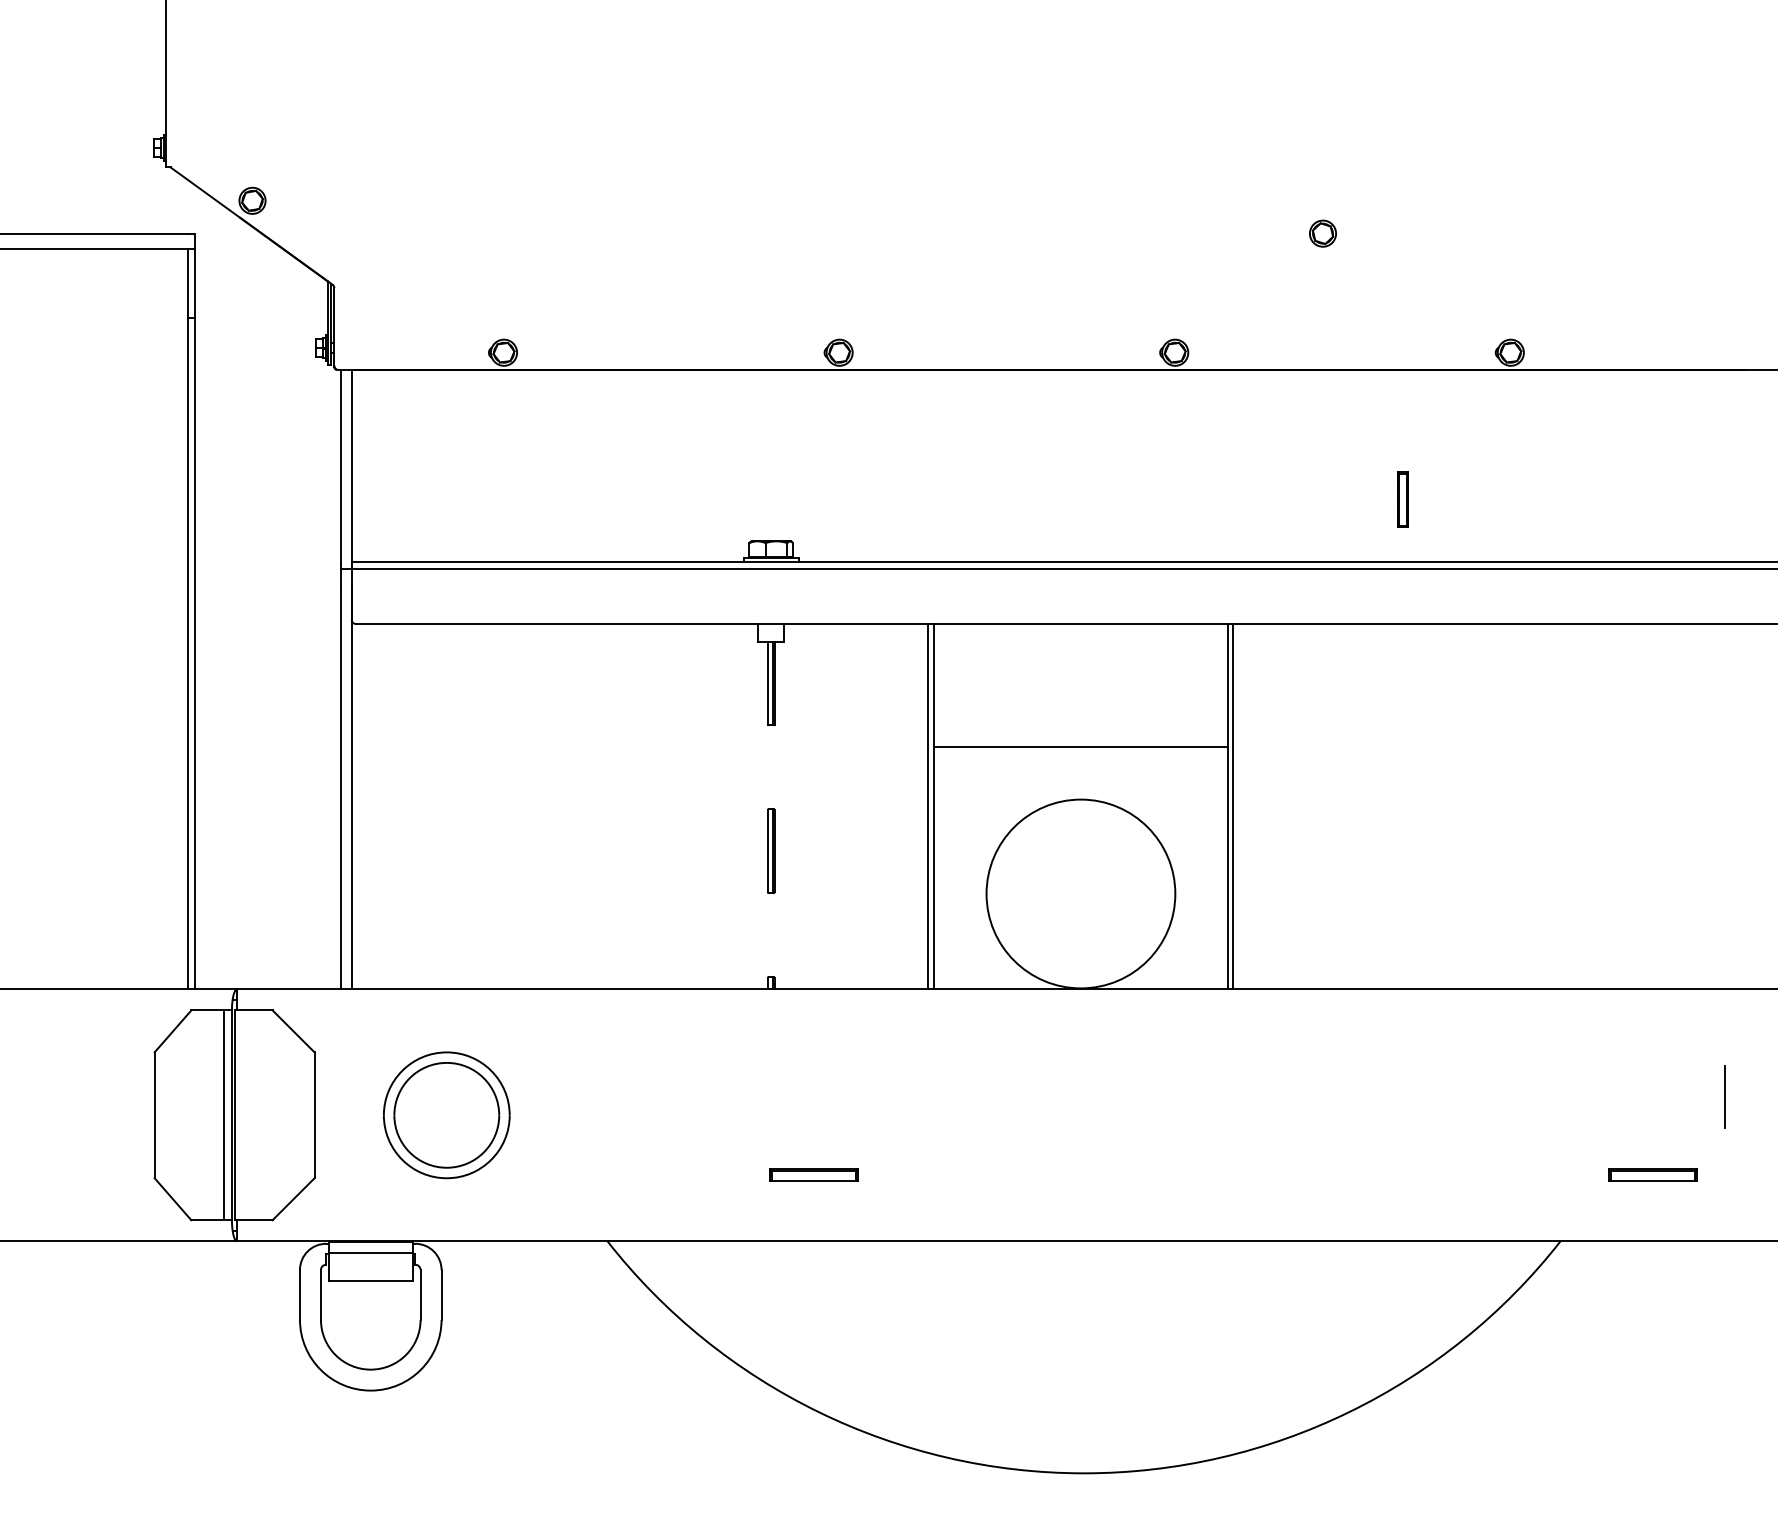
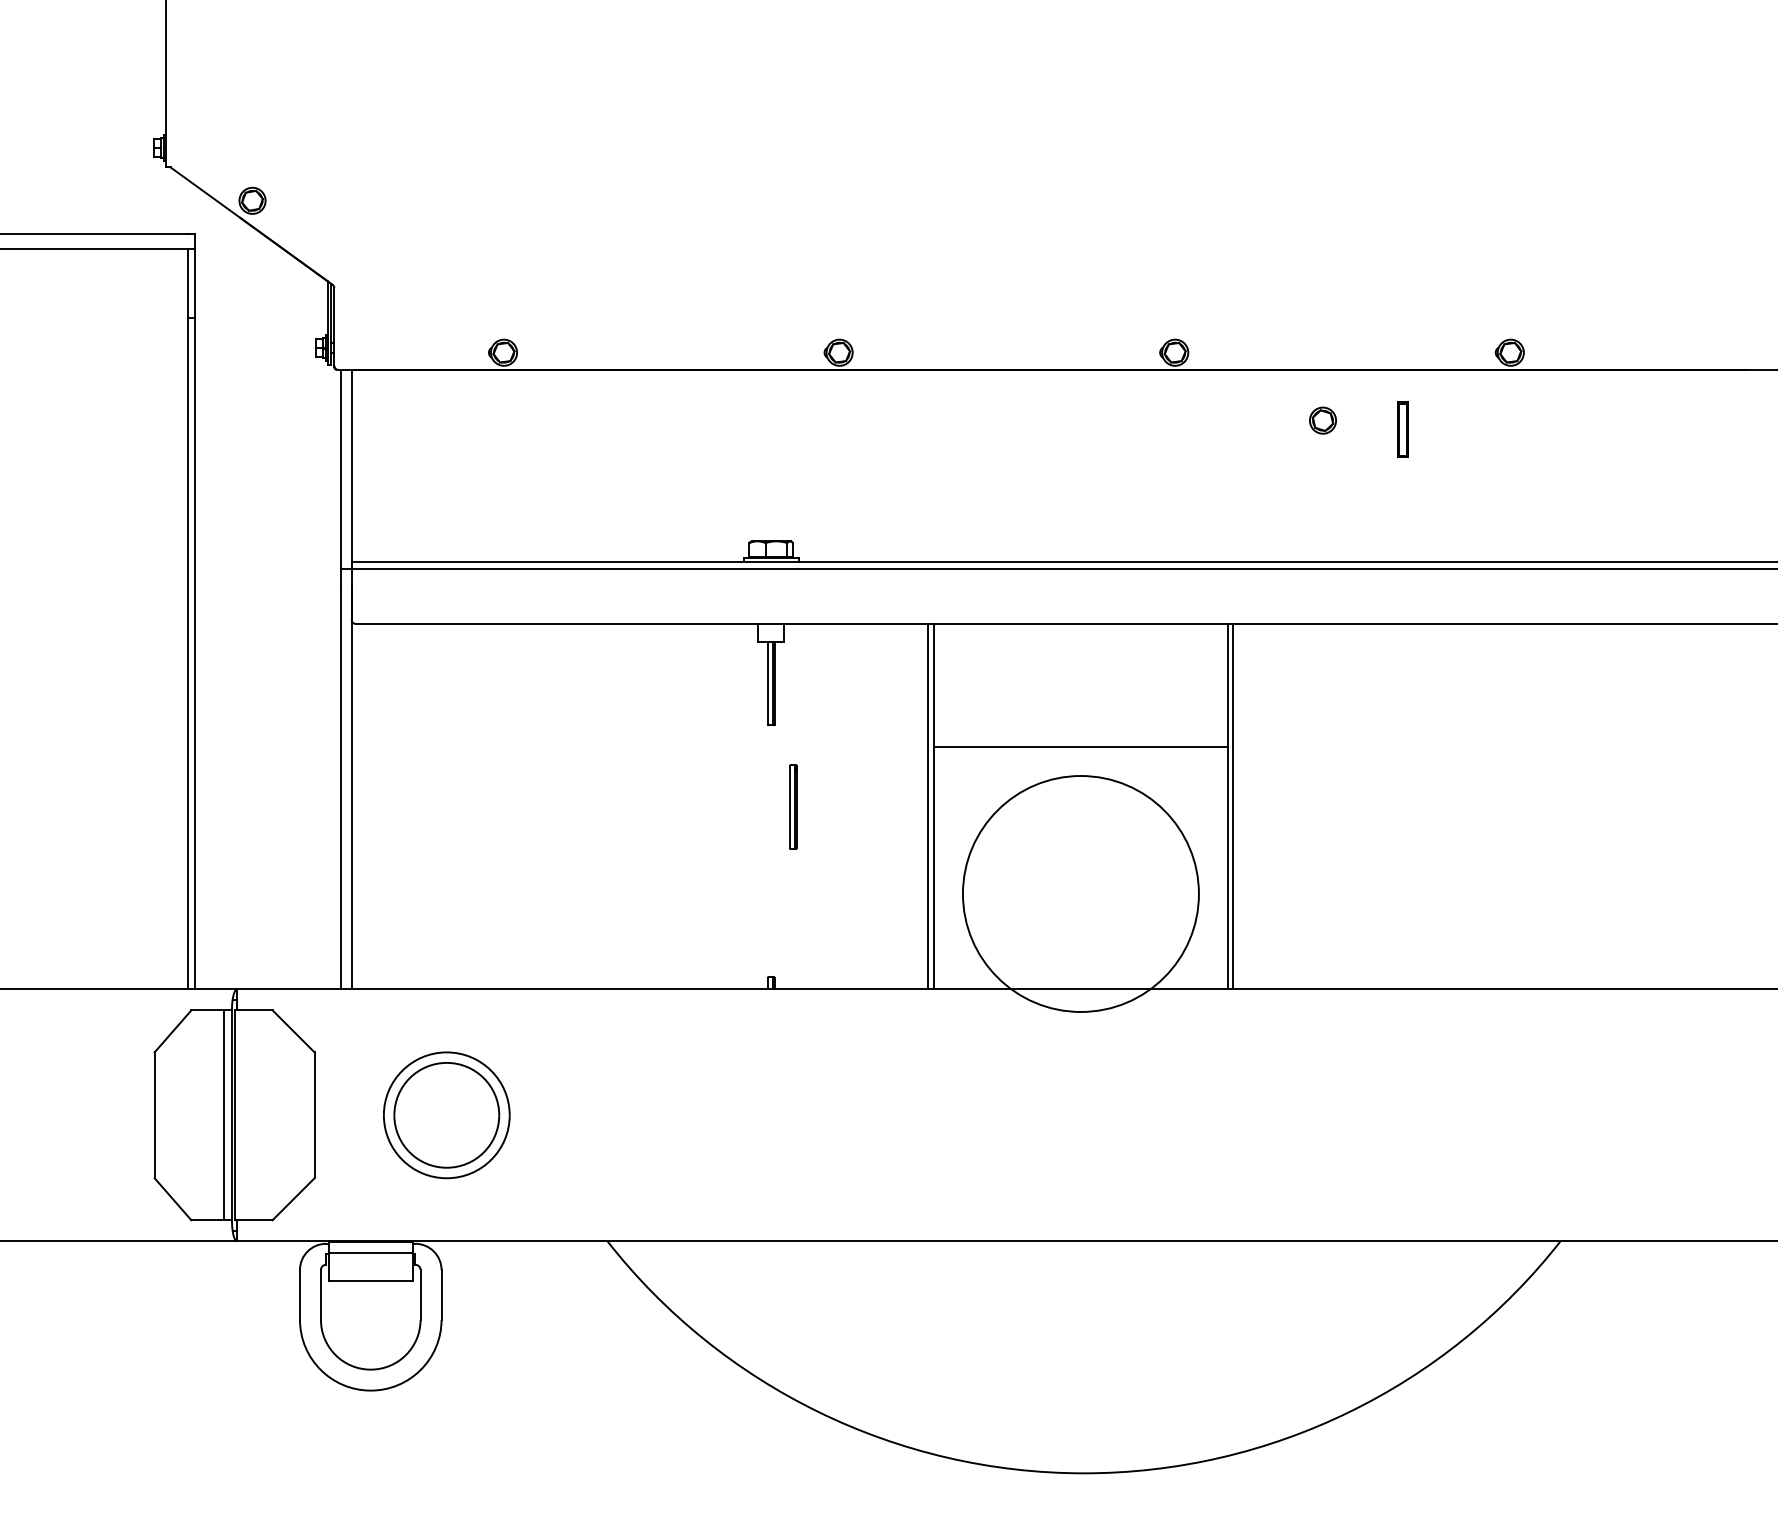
part at (1322, 233) position: (1322, 233) -> (1322, 420)
part at (1402, 499) position: (1402, 499) -> (1402, 429)
part at (771, 850) position: (771, 850) -> (793, 806)
circle at (1080, 893) diameter: 189 px -> 236 px
line at (1724, 1096): present -> none
part at (813, 1174): present -> none
part at (1652, 1174): present -> none
